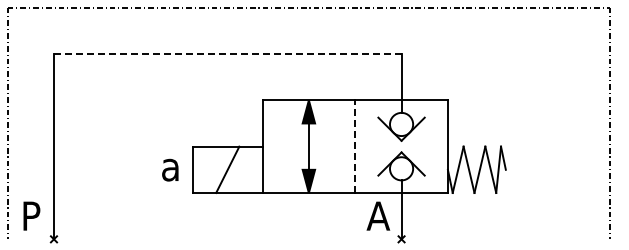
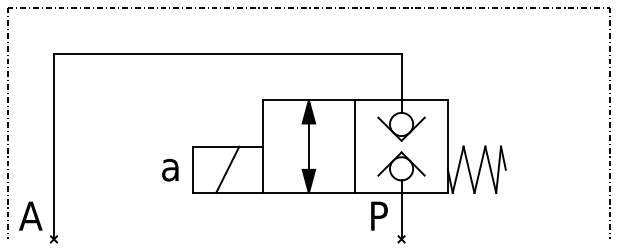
line at (227, 53): dashed -> solid
line at (355, 146): dashed -> solid
text at (30, 215): P -> A
text at (378, 215): A -> P
